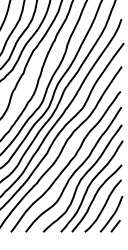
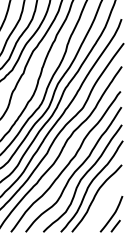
curve at (103, 205): present -> none
